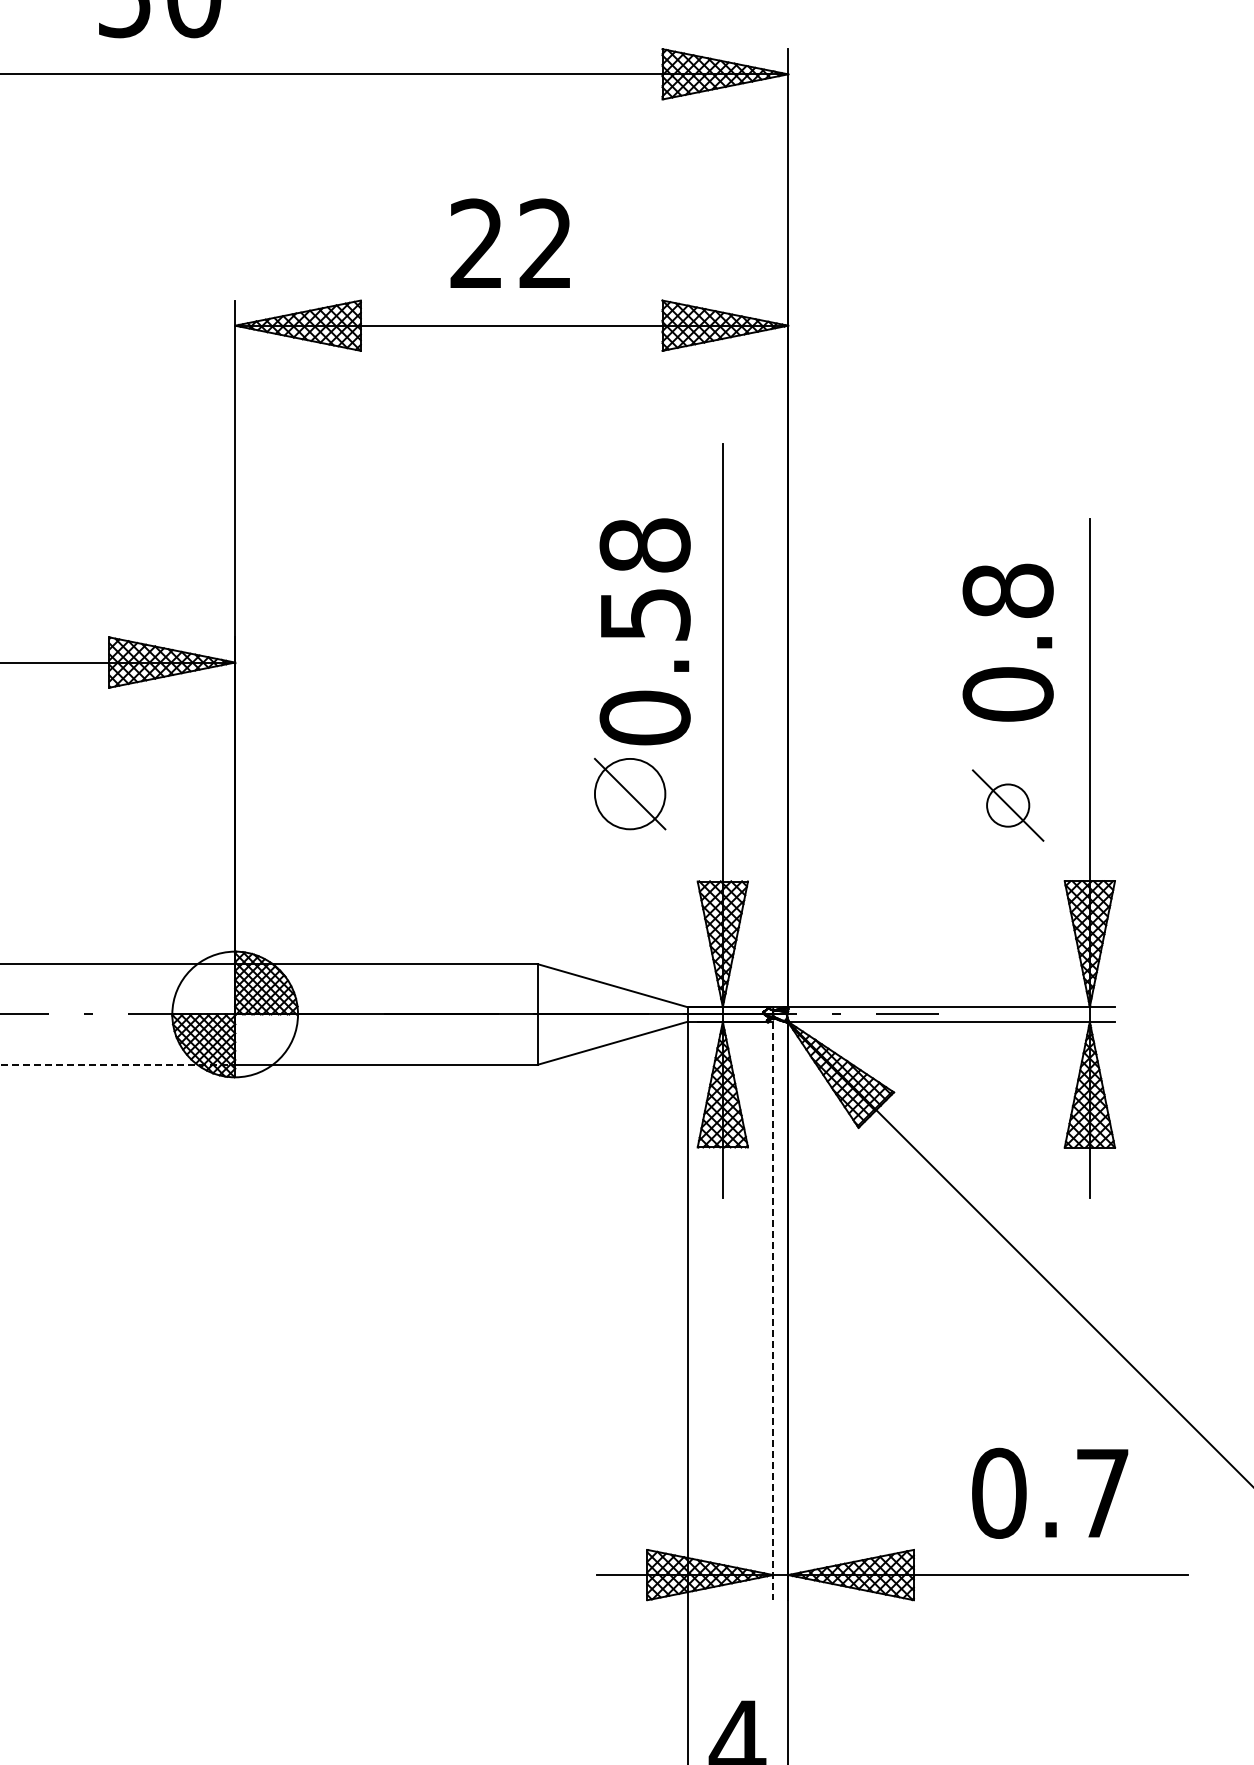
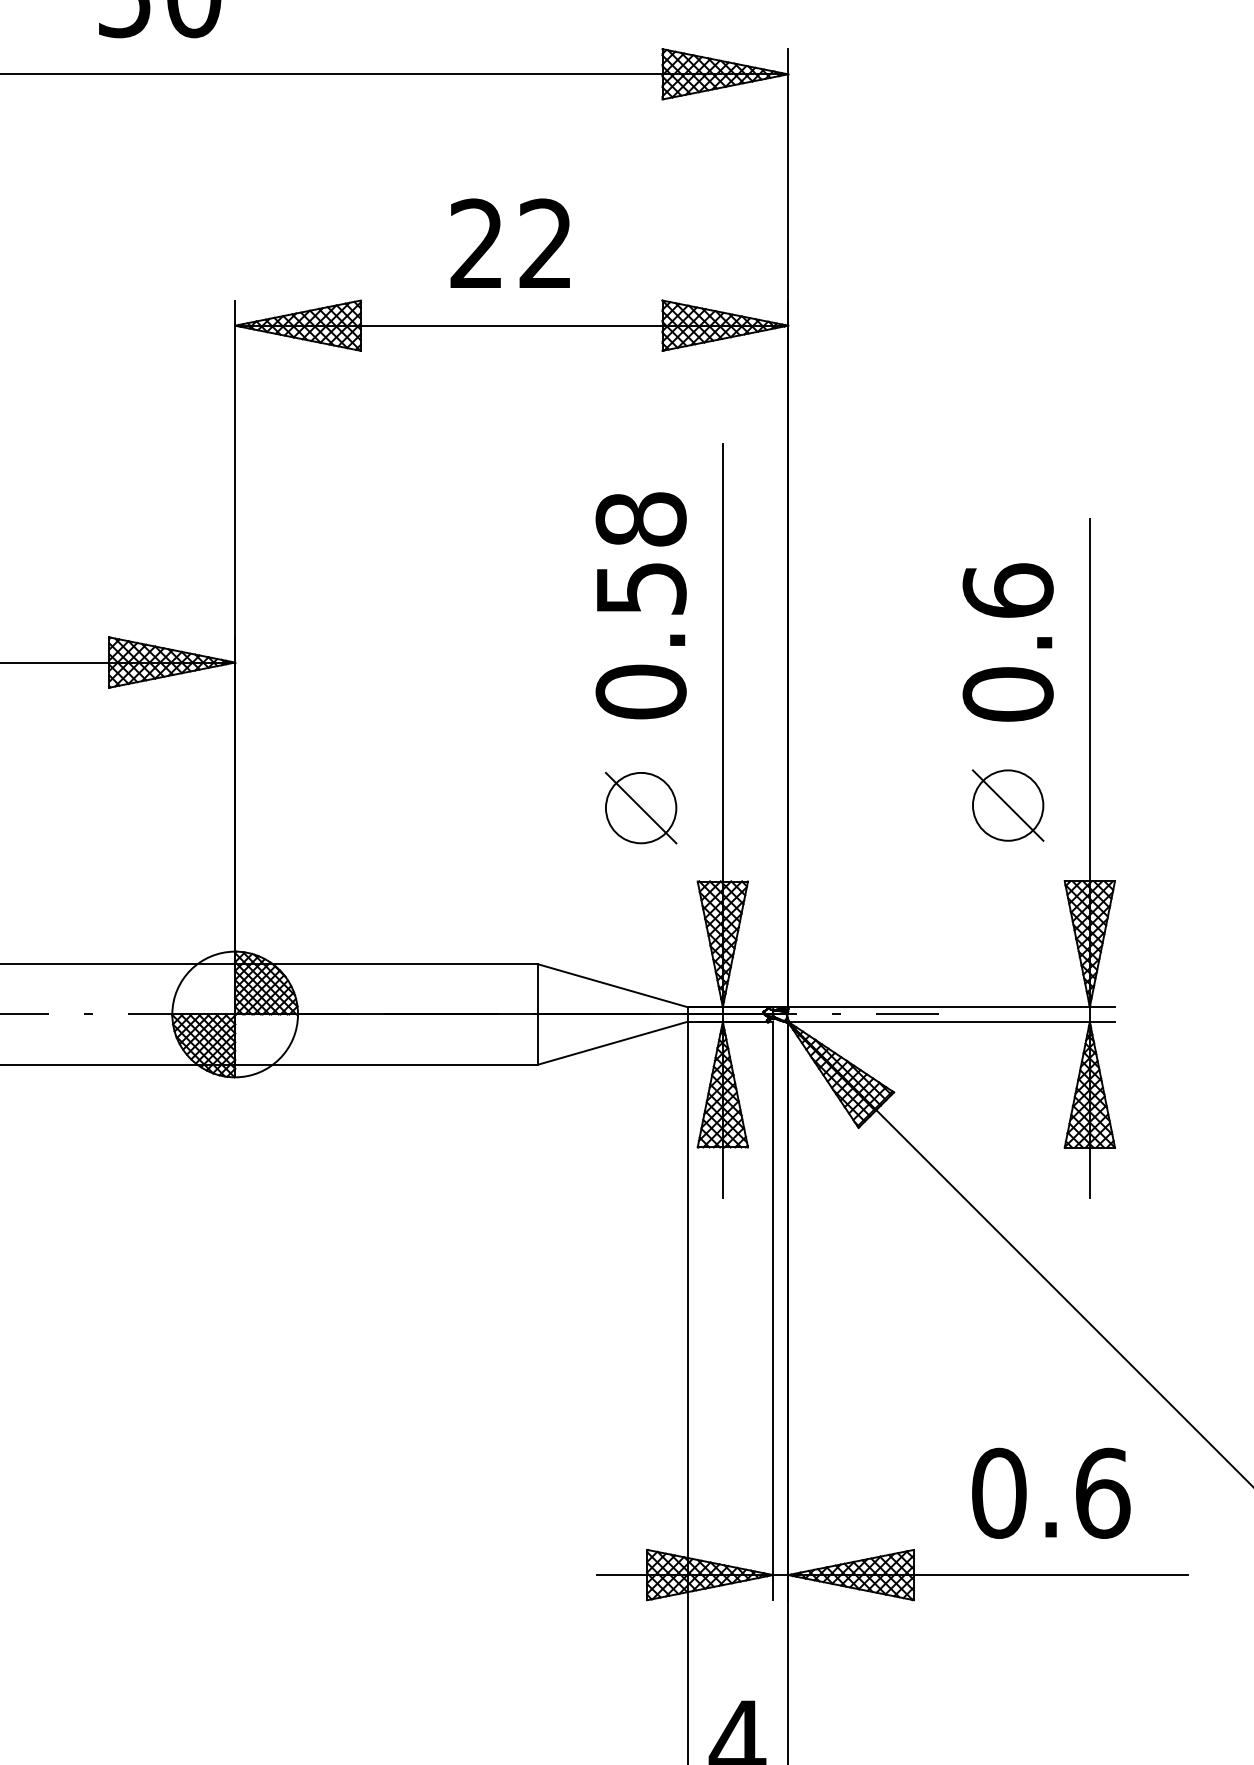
text at (1007, 590): 0.8 -> 0.6
text at (644, 631) position: (644, 631) -> (640, 605)
part at (630, 794) position: (630, 794) -> (641, 808)
circle at (1008, 805) diameter: 42 px -> 70 px
line at (118, 1064): dashed -> solid
line at (773, 1311): dashed -> solid
text at (1103, 1492): 0.7 -> 0.6
